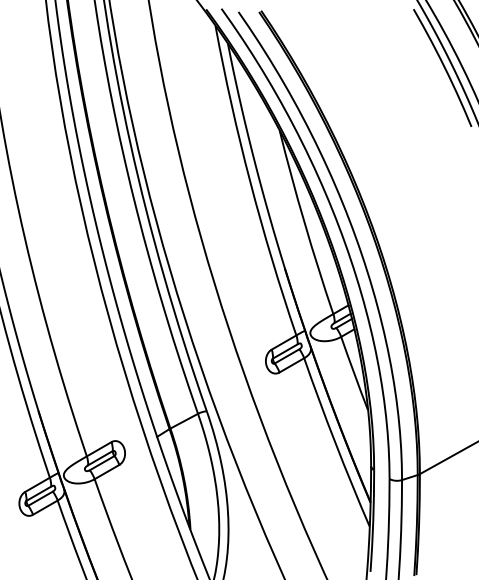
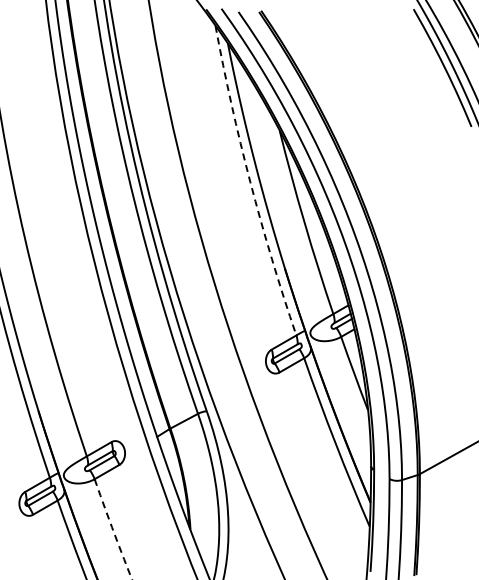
arc at (250, 182): solid -> dashed
arc at (113, 530): solid -> dashed
